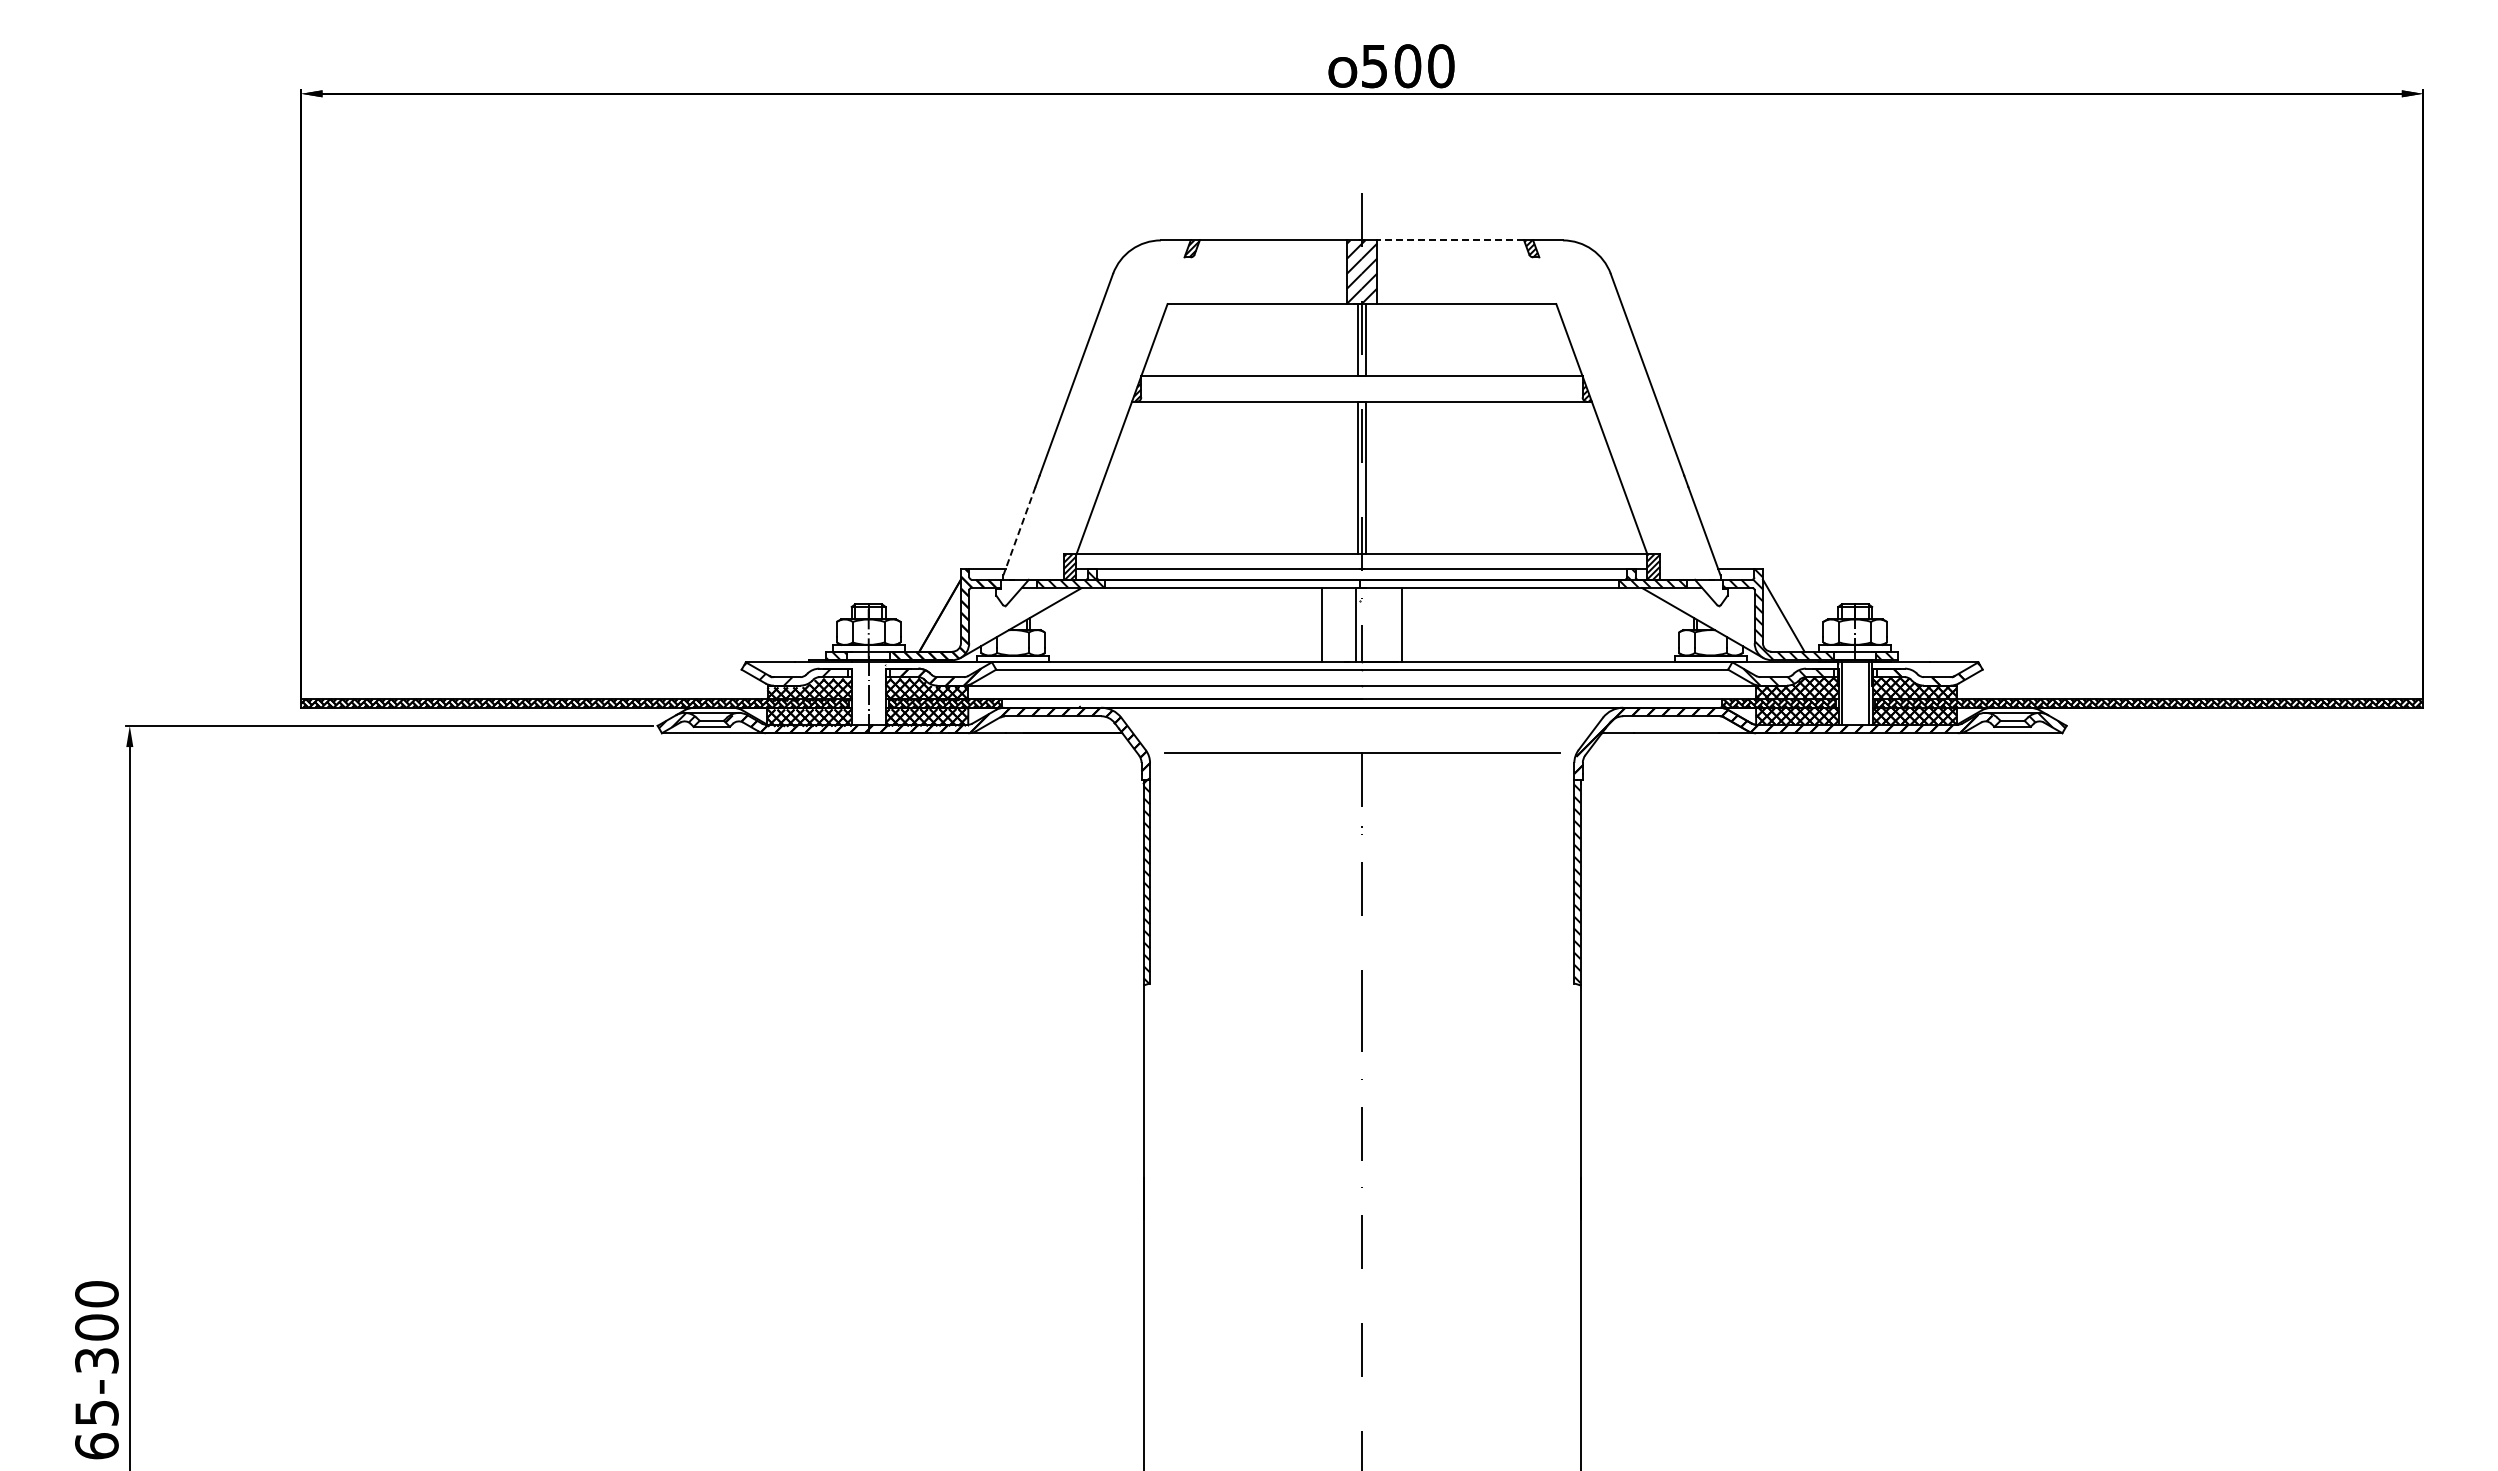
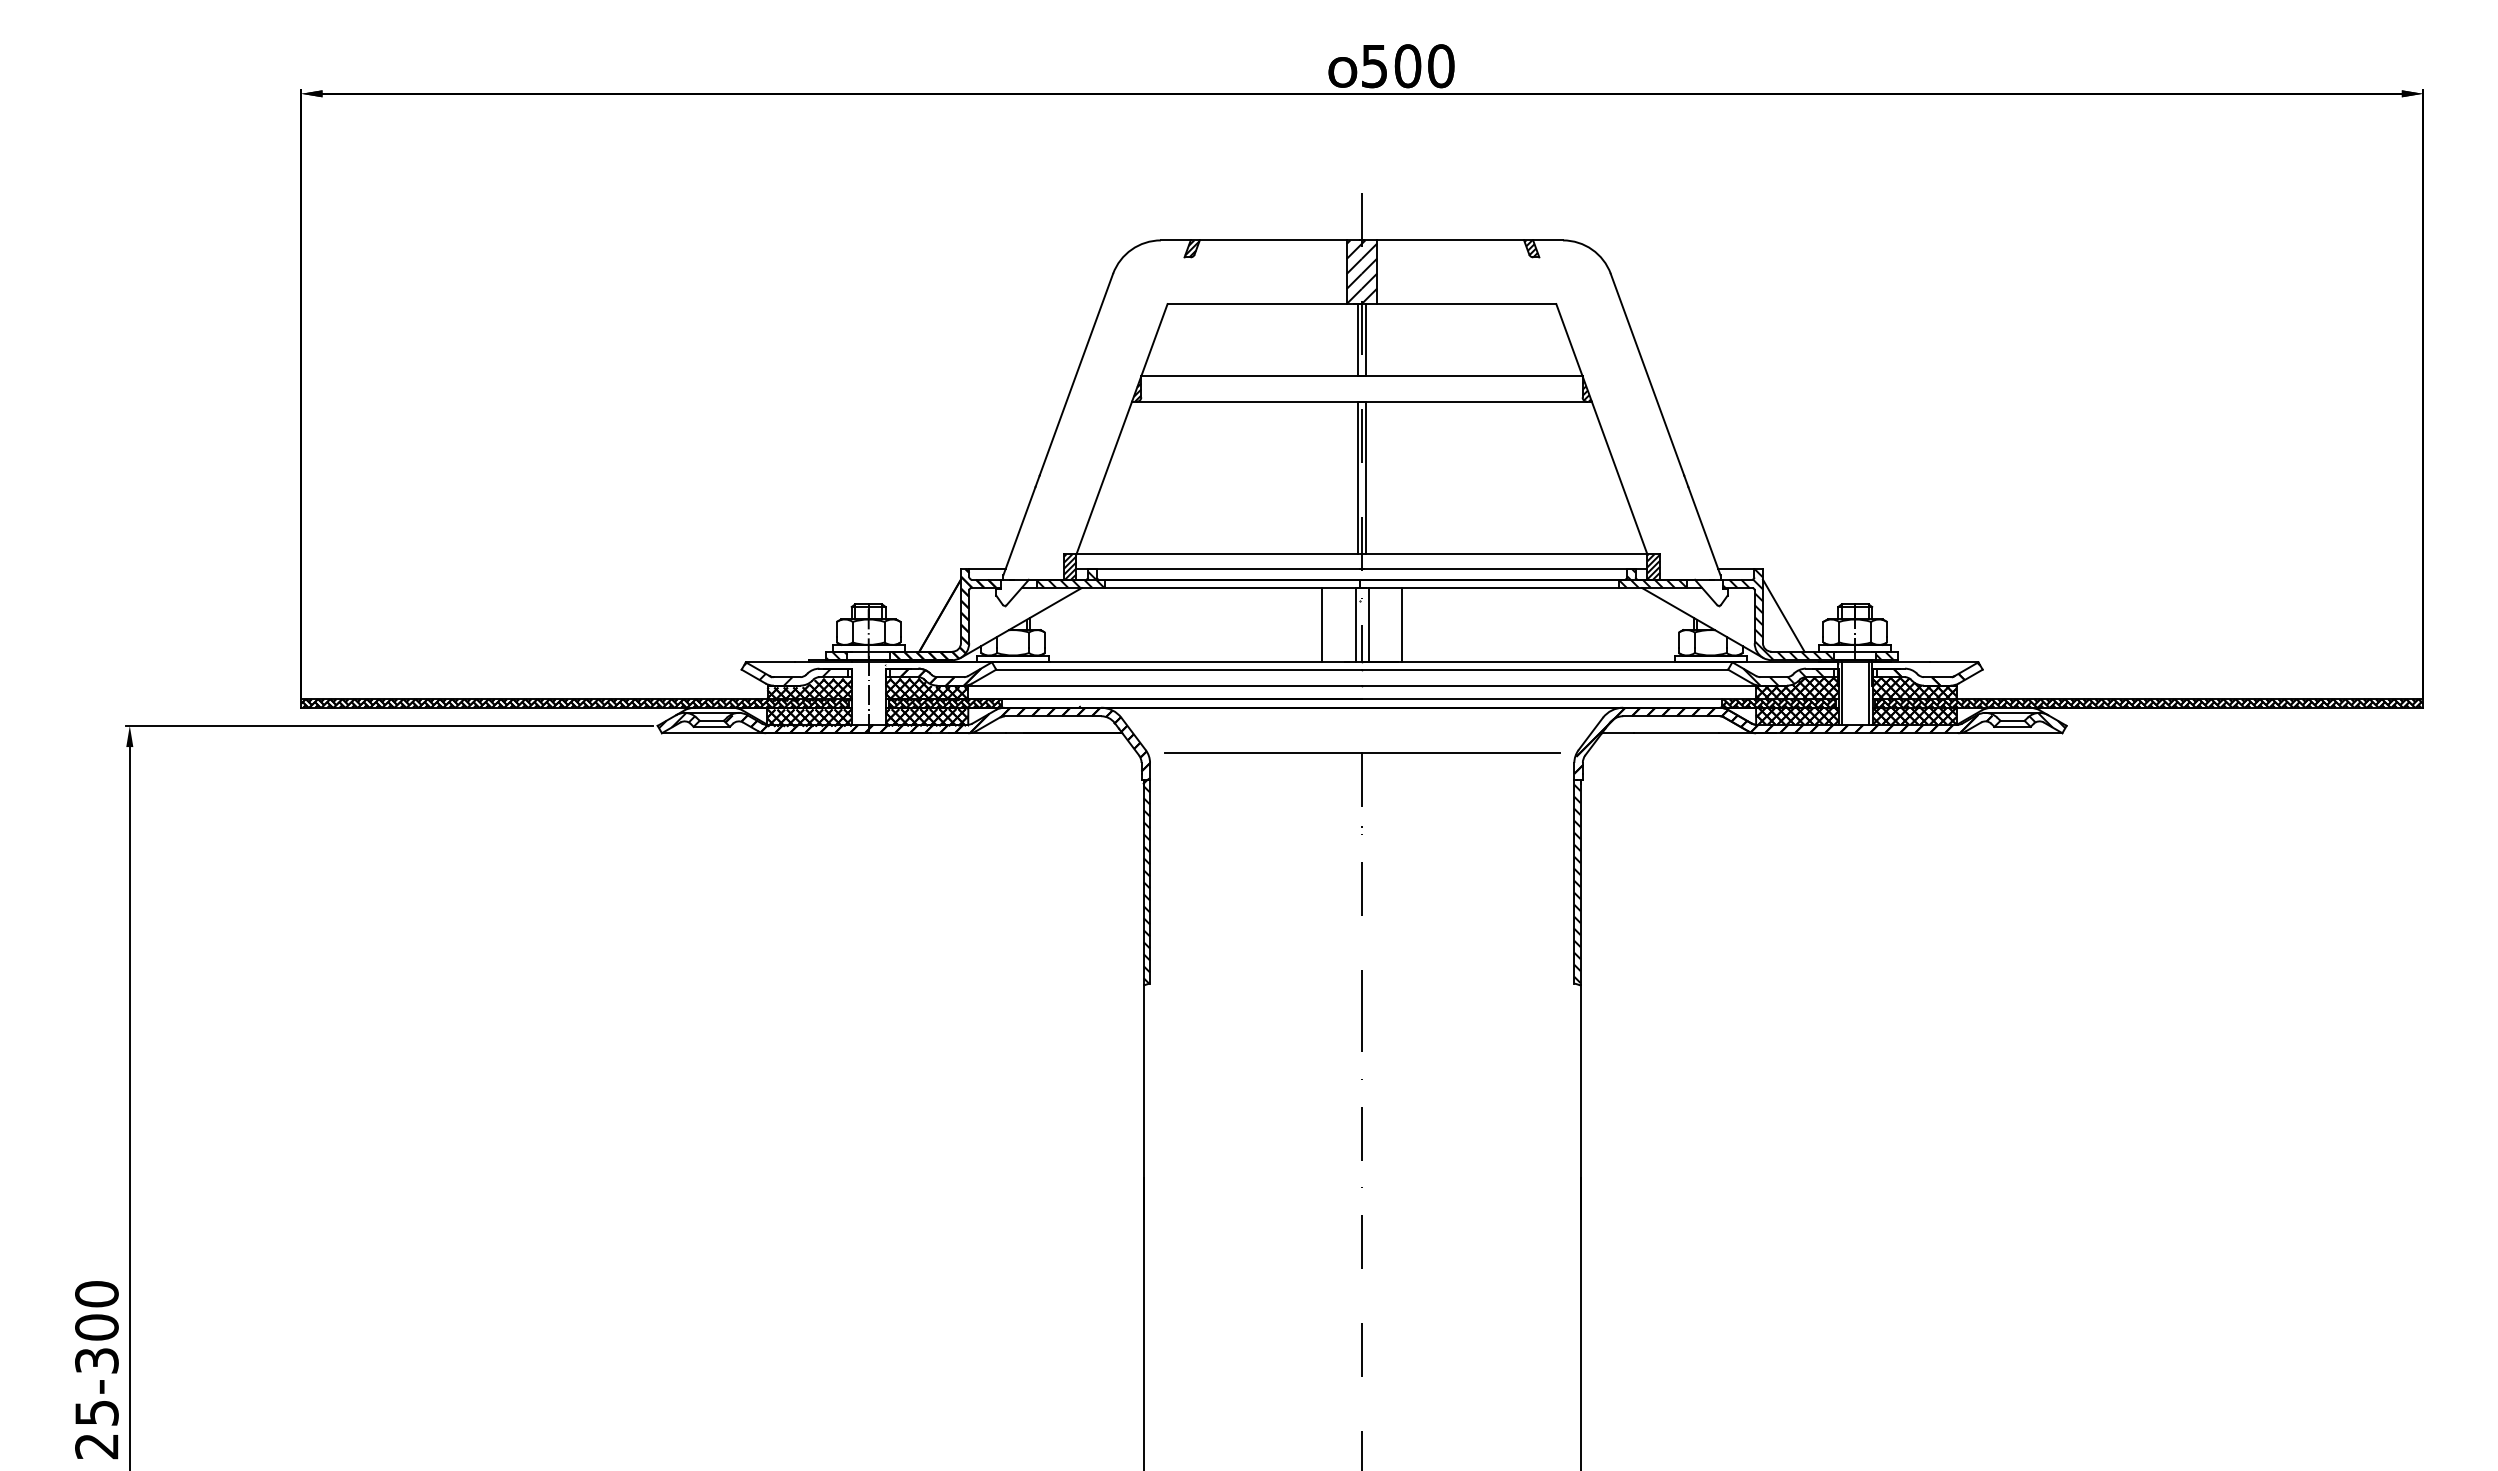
line at (1450, 240): dashed -> solid
line at (1019, 531): dashed -> solid
line at (1368, 625): none -> present
text at (96, 1446): 65-300 -> 25-300
